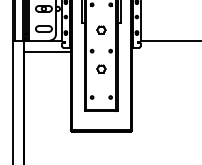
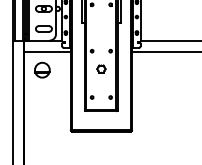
part at (101, 29): present -> none
line at (165, 51): none -> present
part at (42, 69): none -> present
